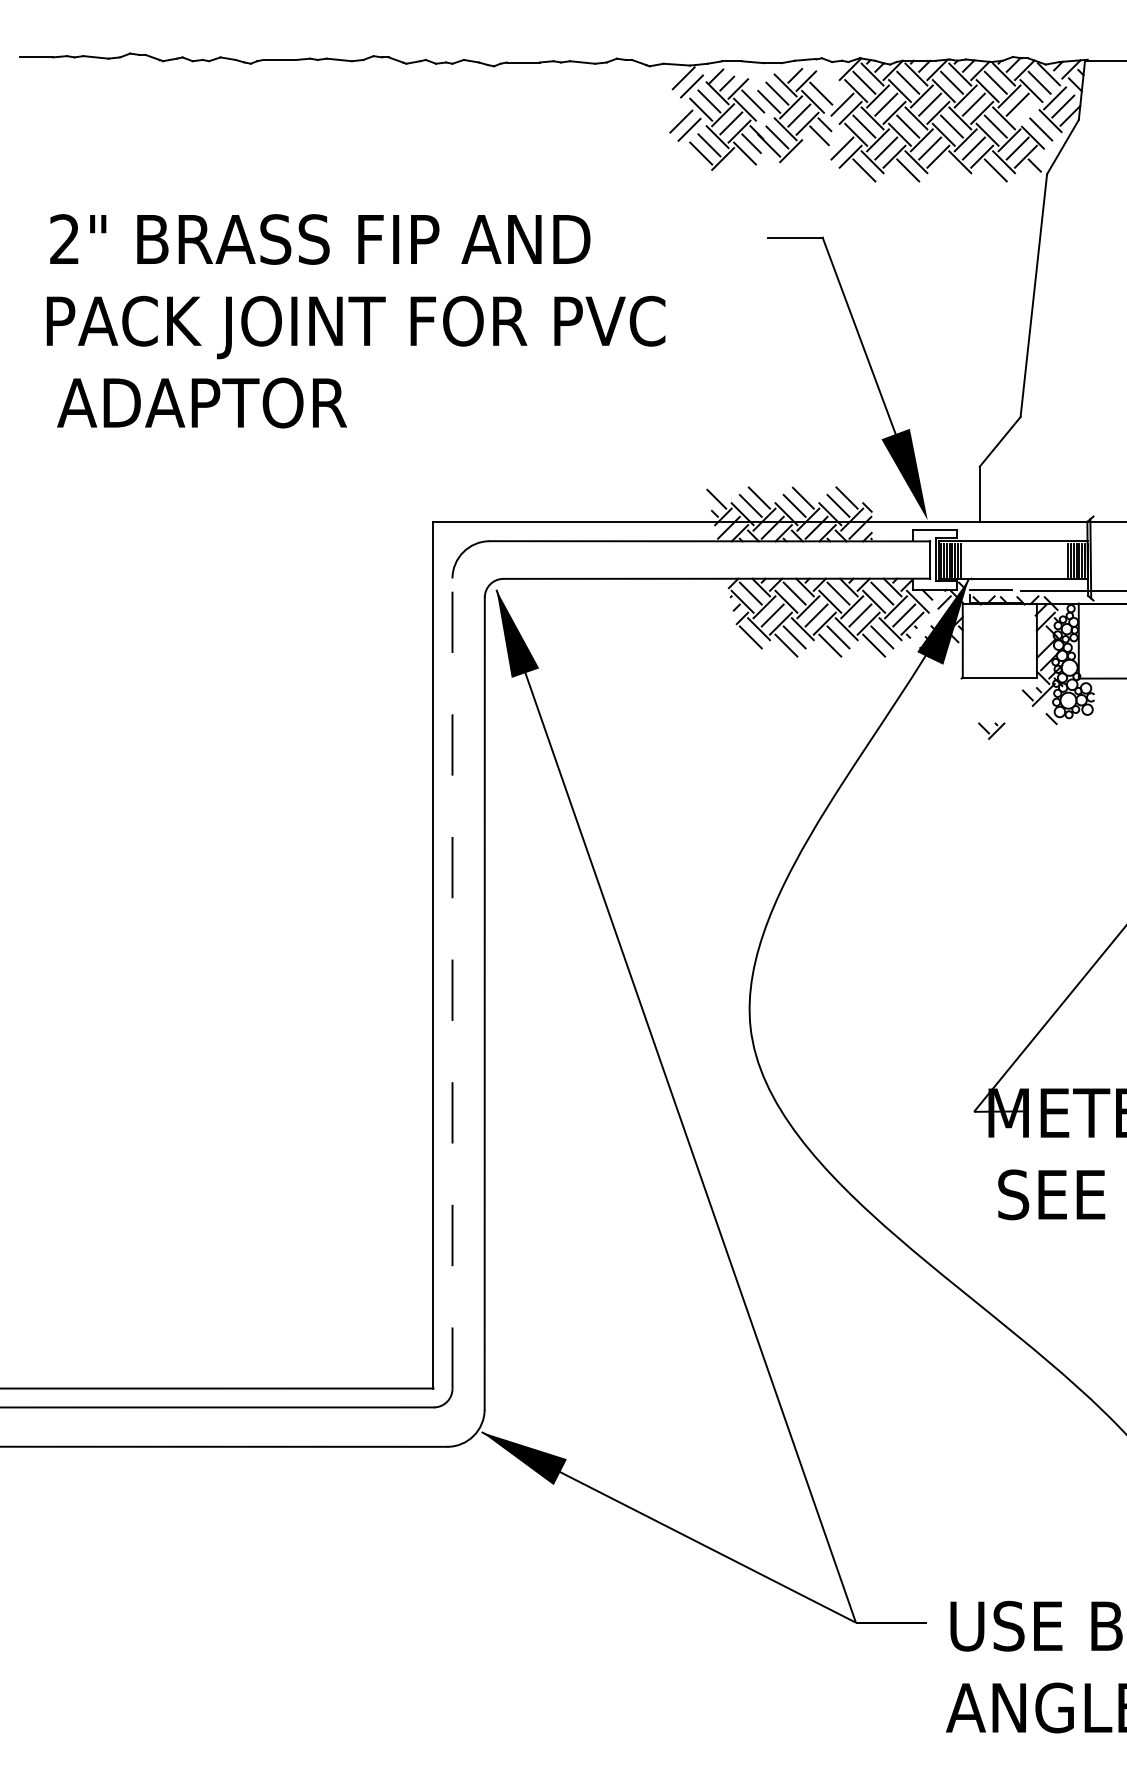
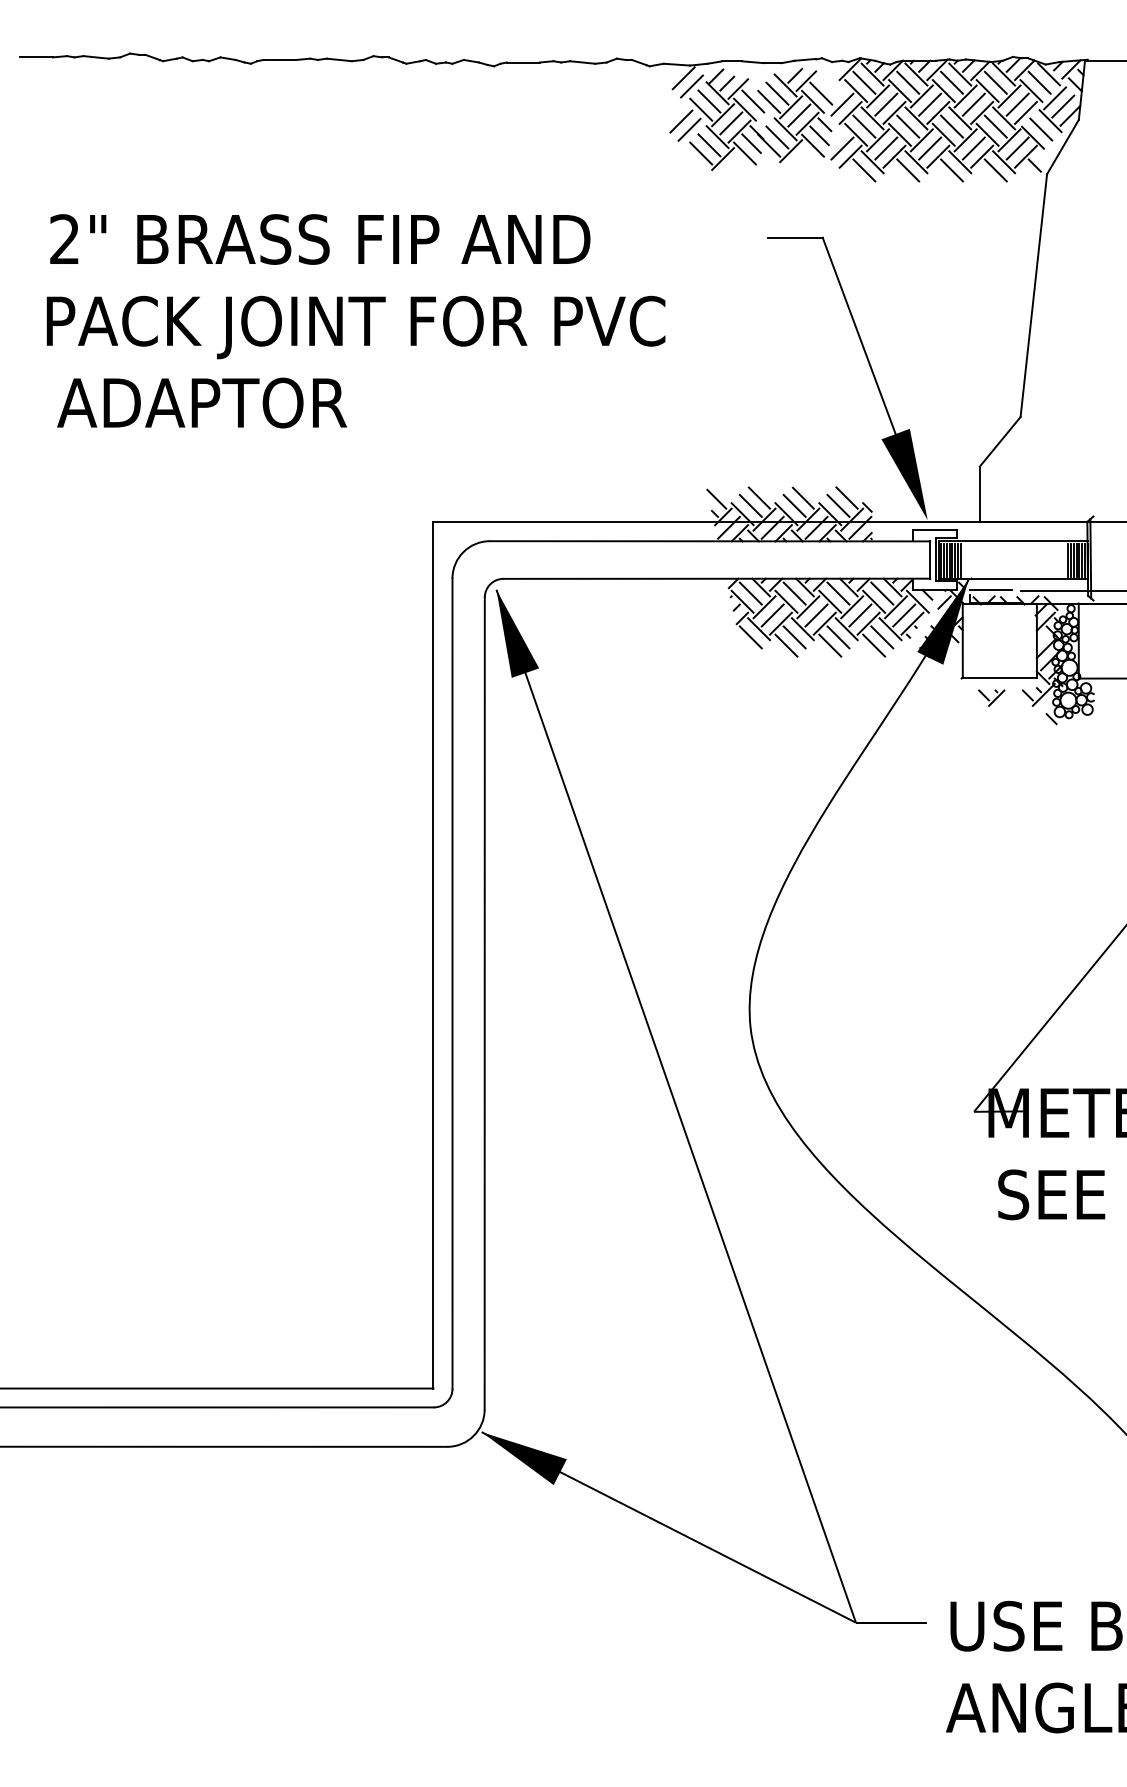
line at (1025, 112): none -> present
line at (812, 145): none -> present
line at (951, 170): none -> present
part at (991, 730) position: (991, 730) -> (991, 697)
line at (452, 983): dashed -> solid
